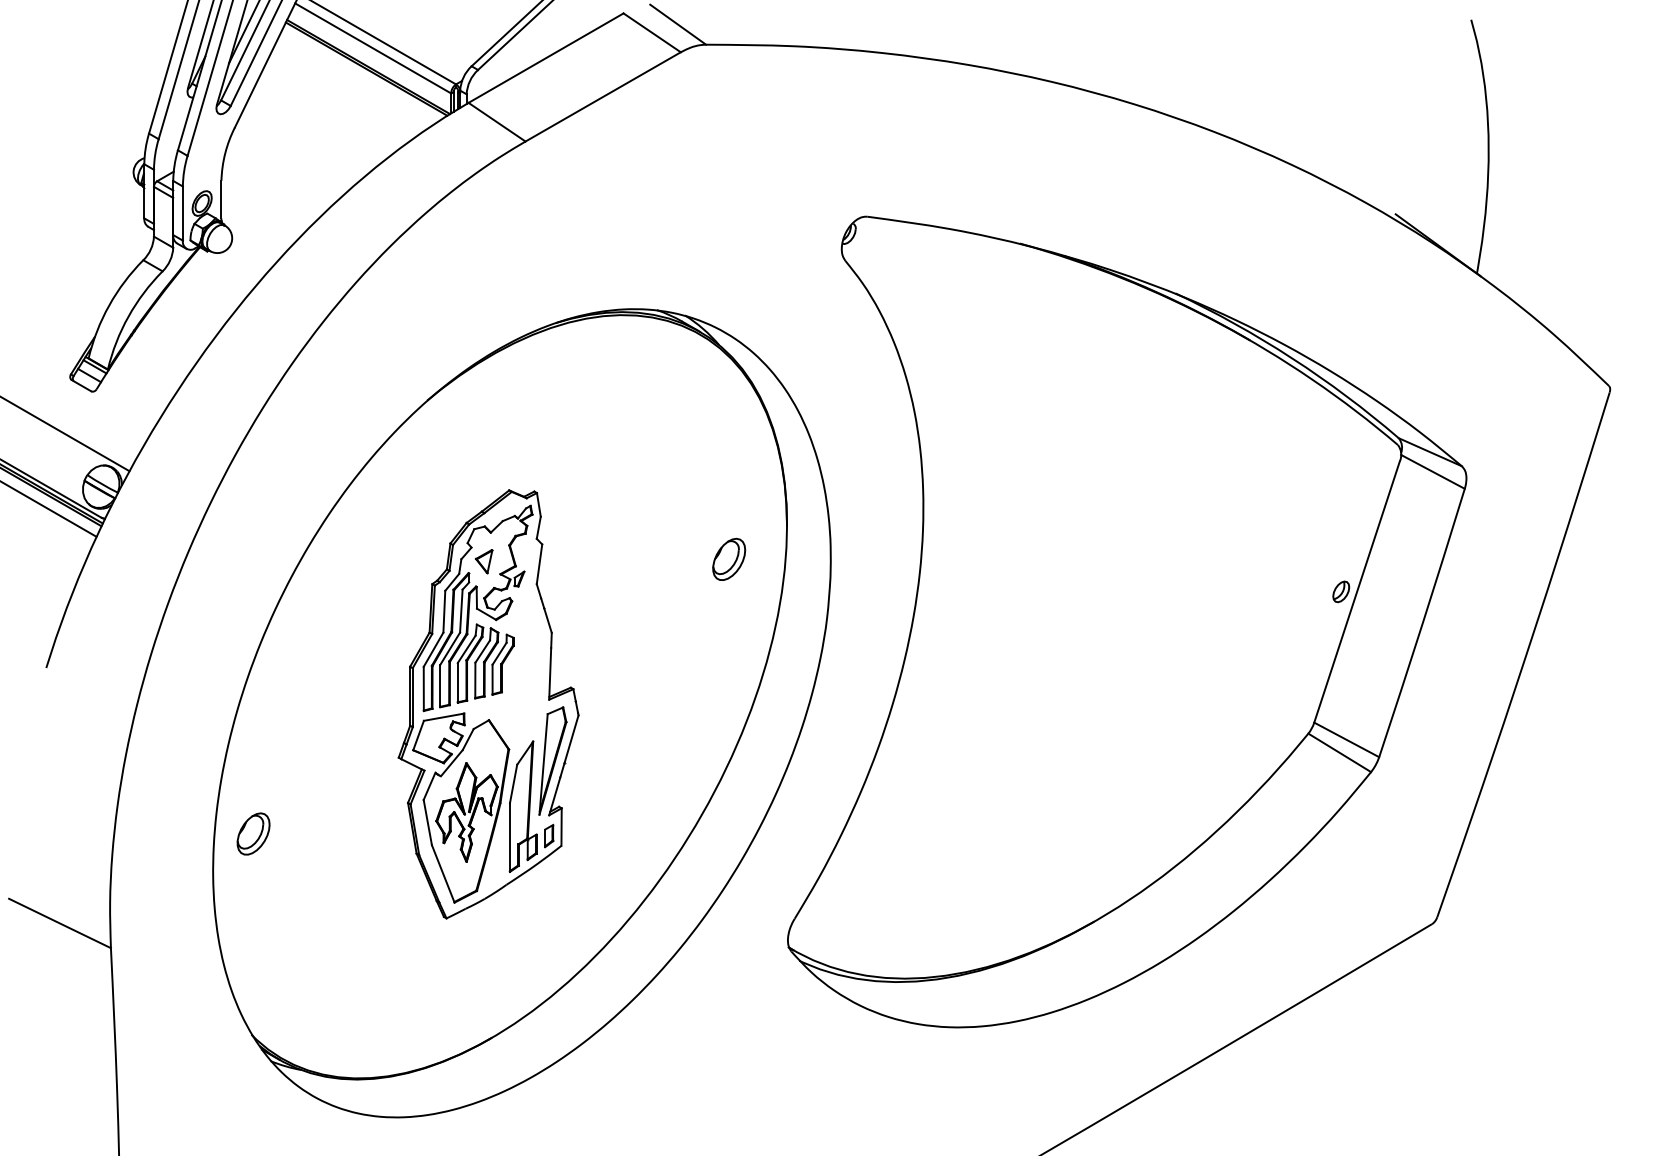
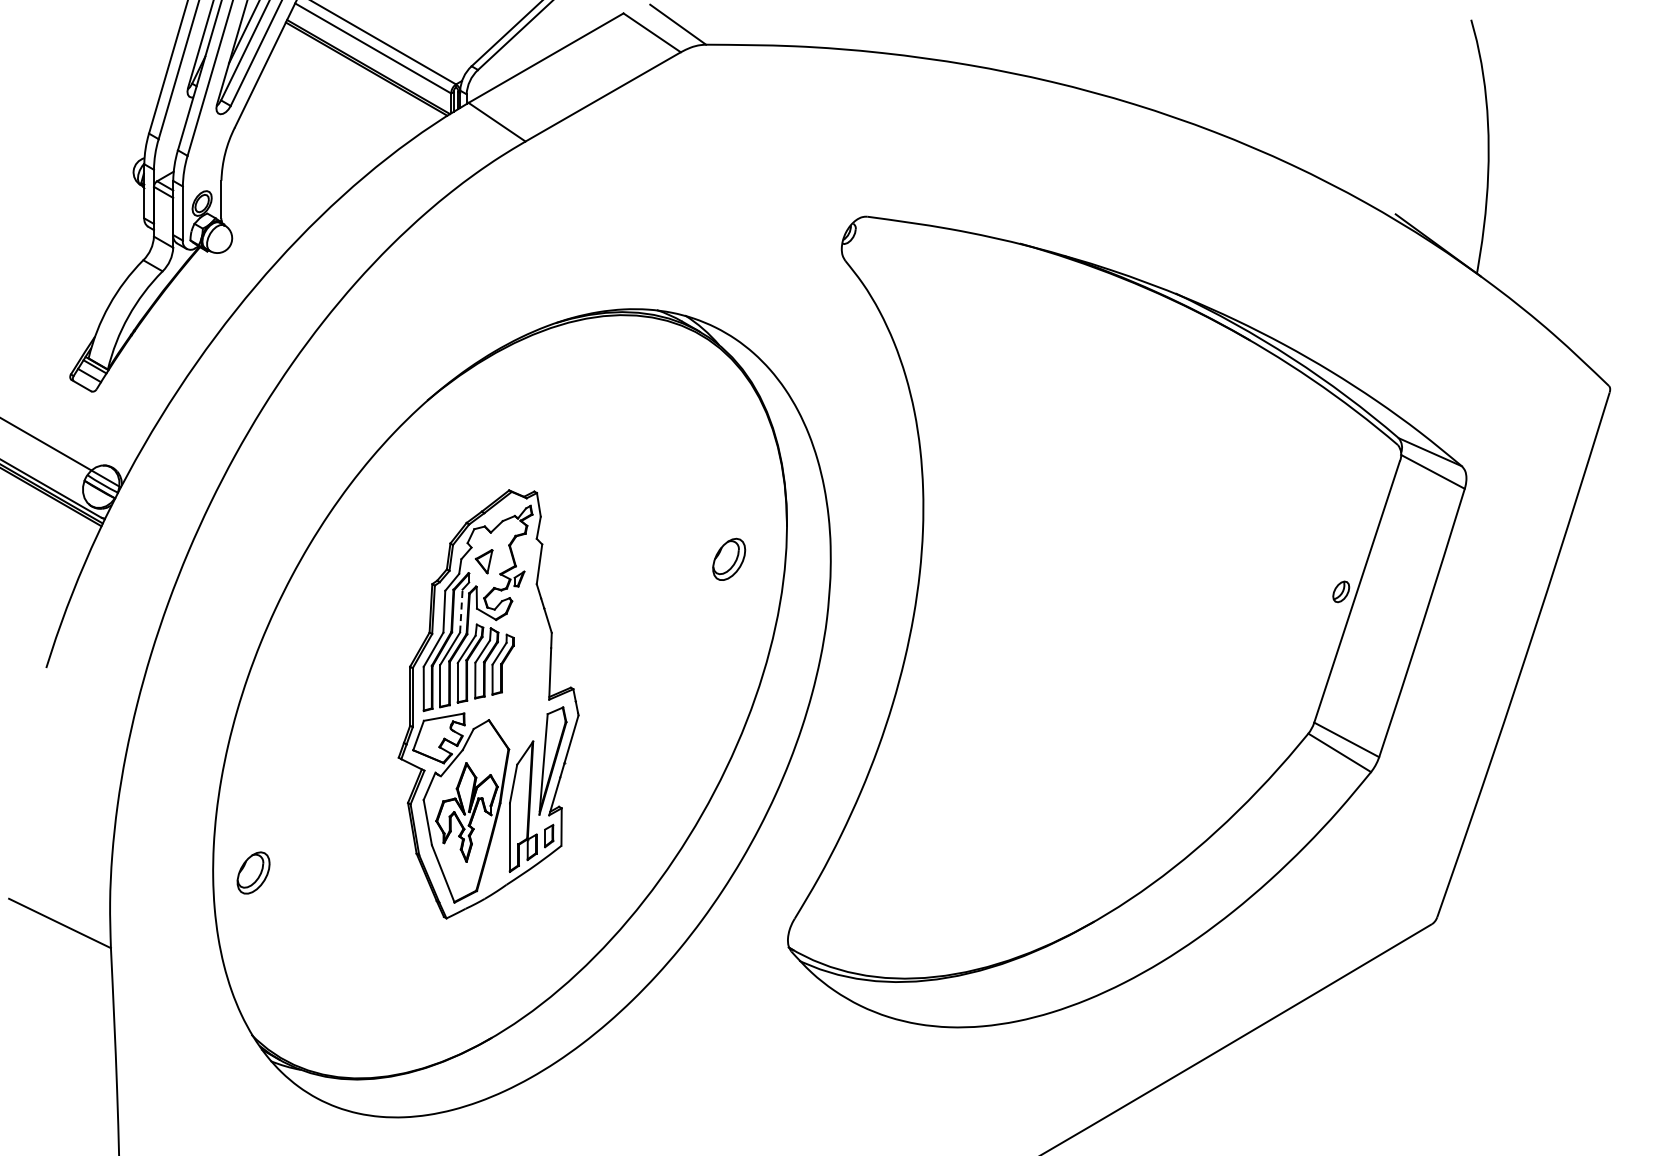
line at (65, 434) position: (65, 434) -> (61, 453)
line at (49, 509): present -> none
line at (461, 611): solid -> dashed
part at (253, 833) position: (253, 833) -> (253, 872)
